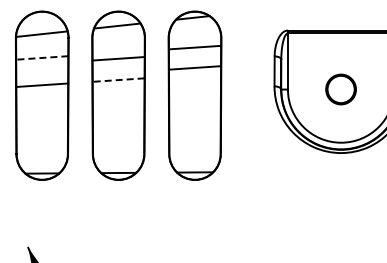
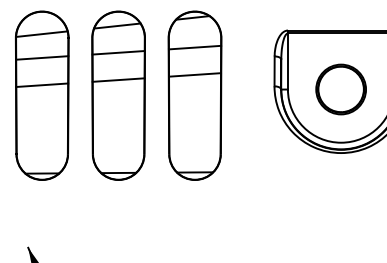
line at (41, 57): dashed -> solid
line at (118, 58) position: (118, 58) -> (118, 52)
line at (195, 67) position: (195, 67) -> (195, 74)
line at (118, 80): dashed -> solid
part at (340, 89) size: 32x33 px -> 52x53 px
